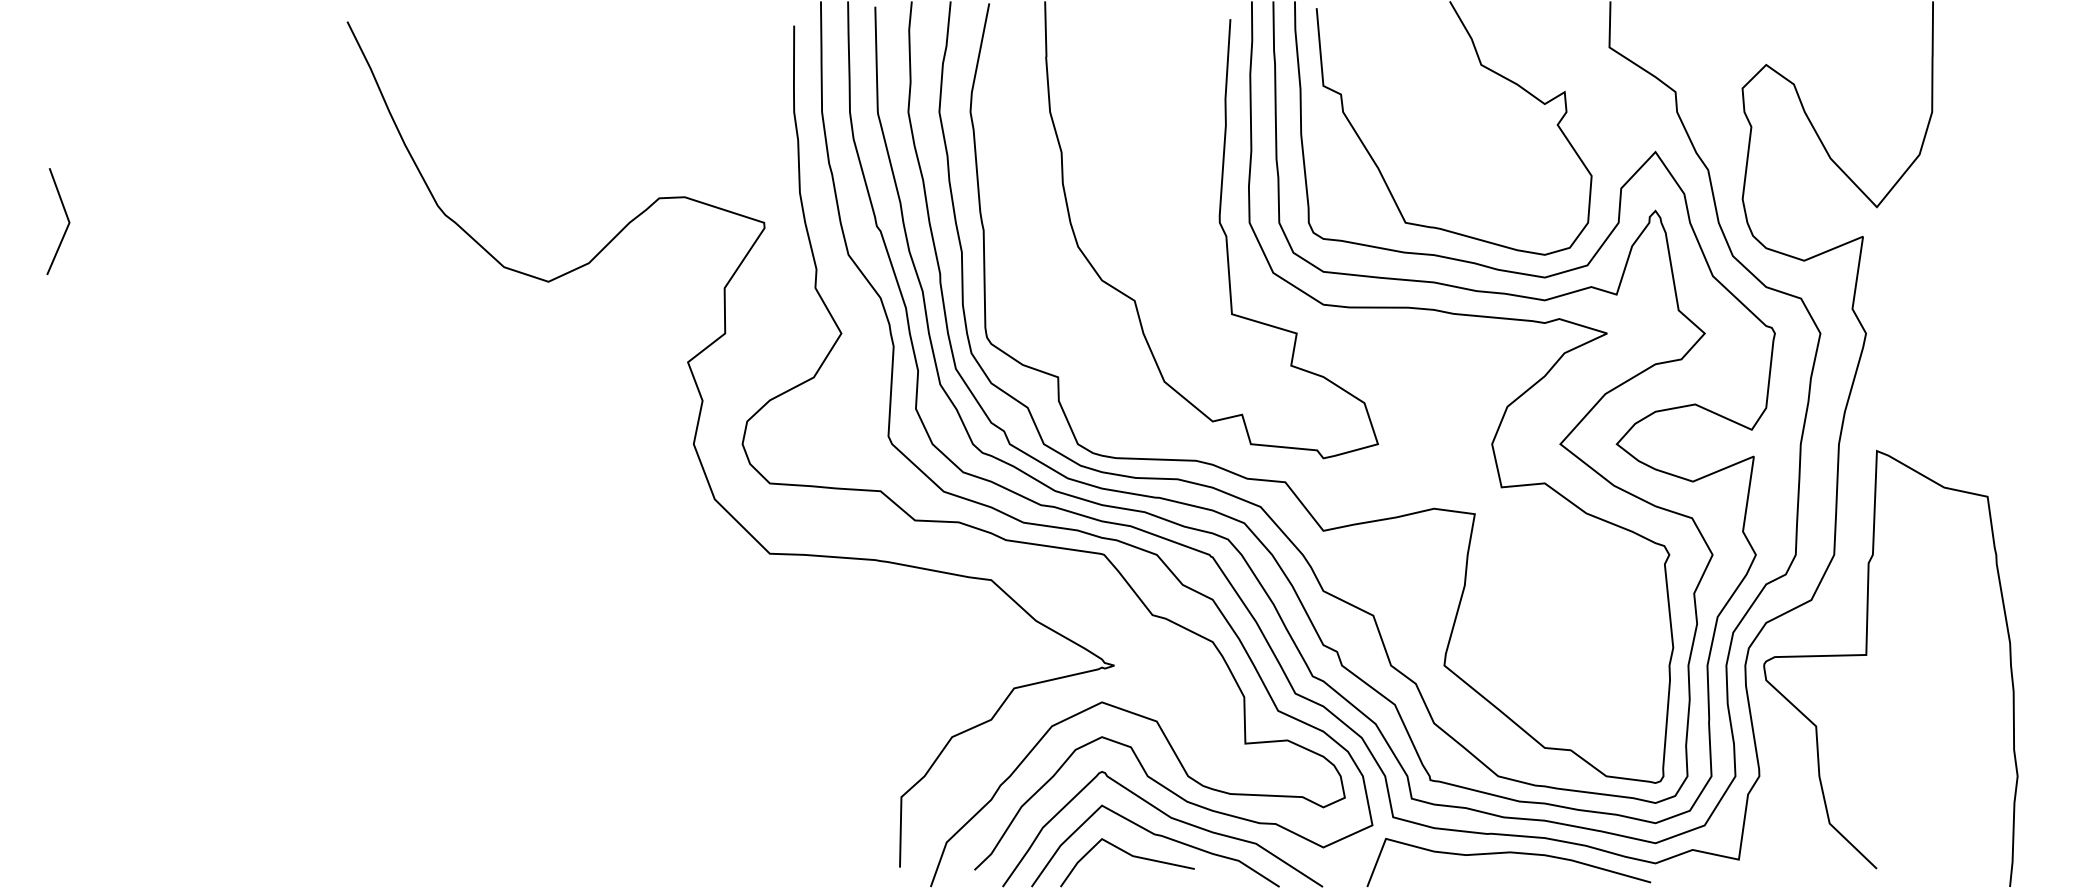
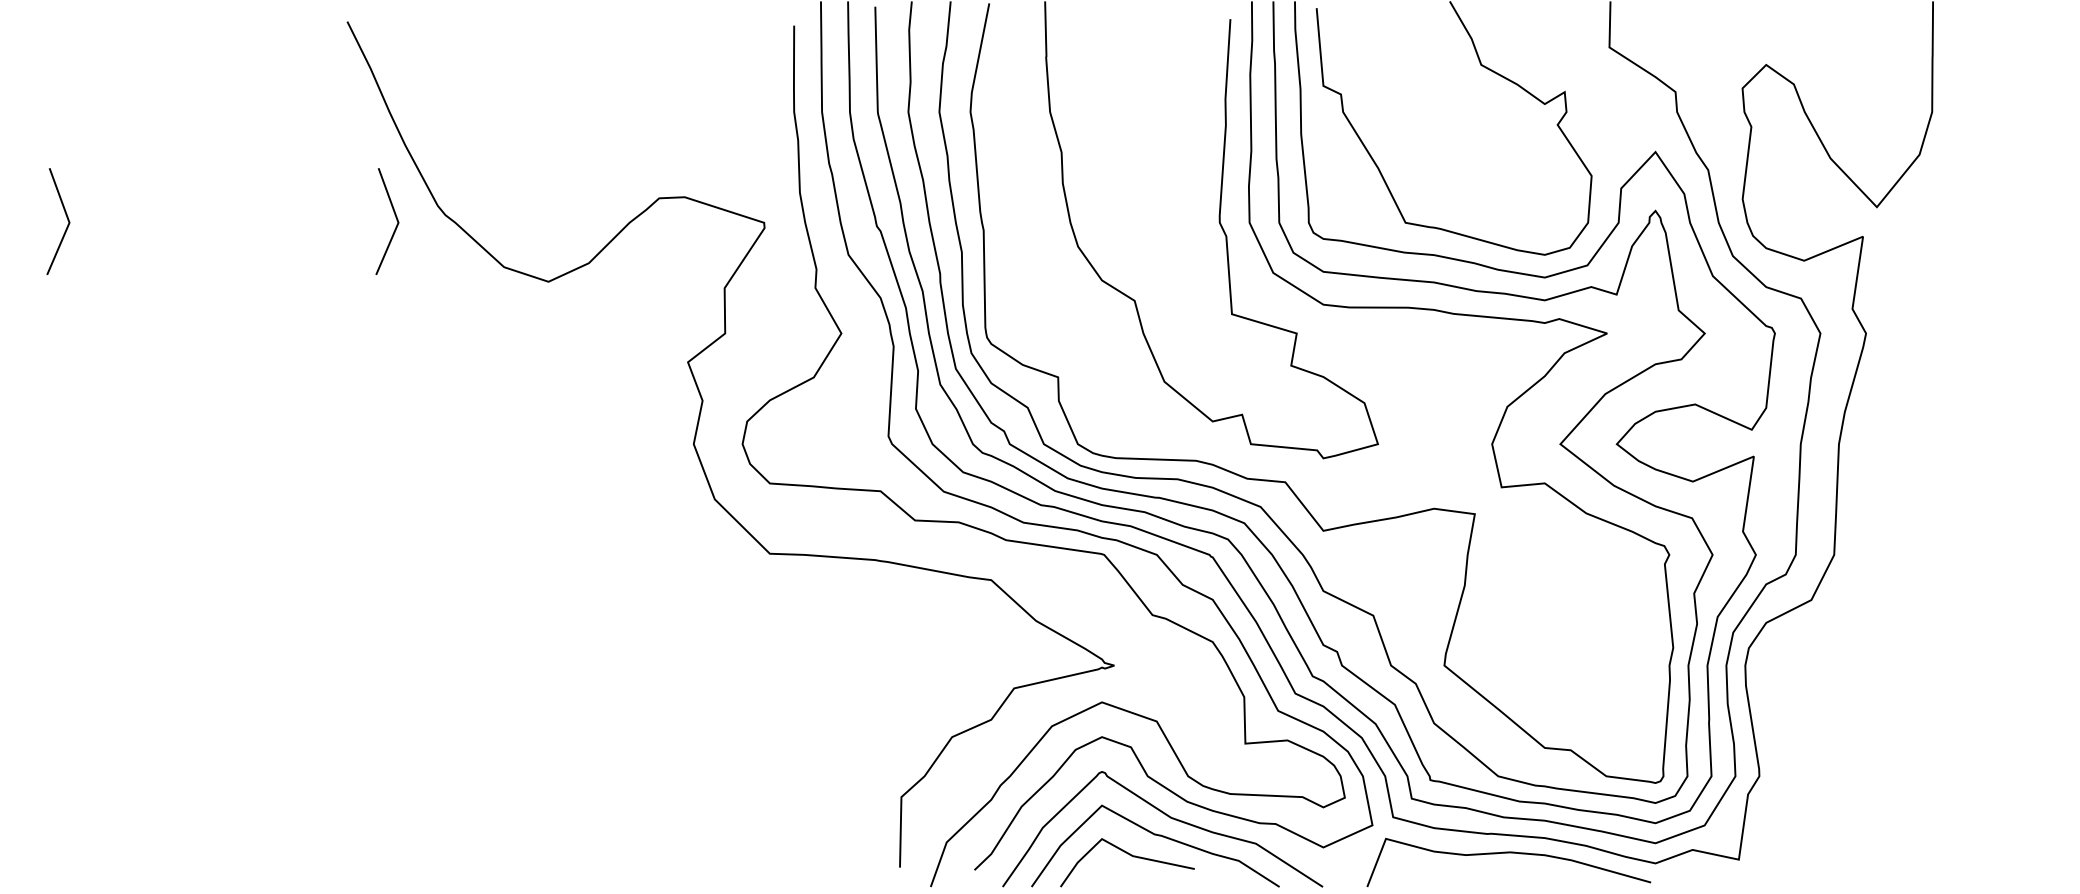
line at (395, 217): none -> present
curve at (1867, 655): present -> none
